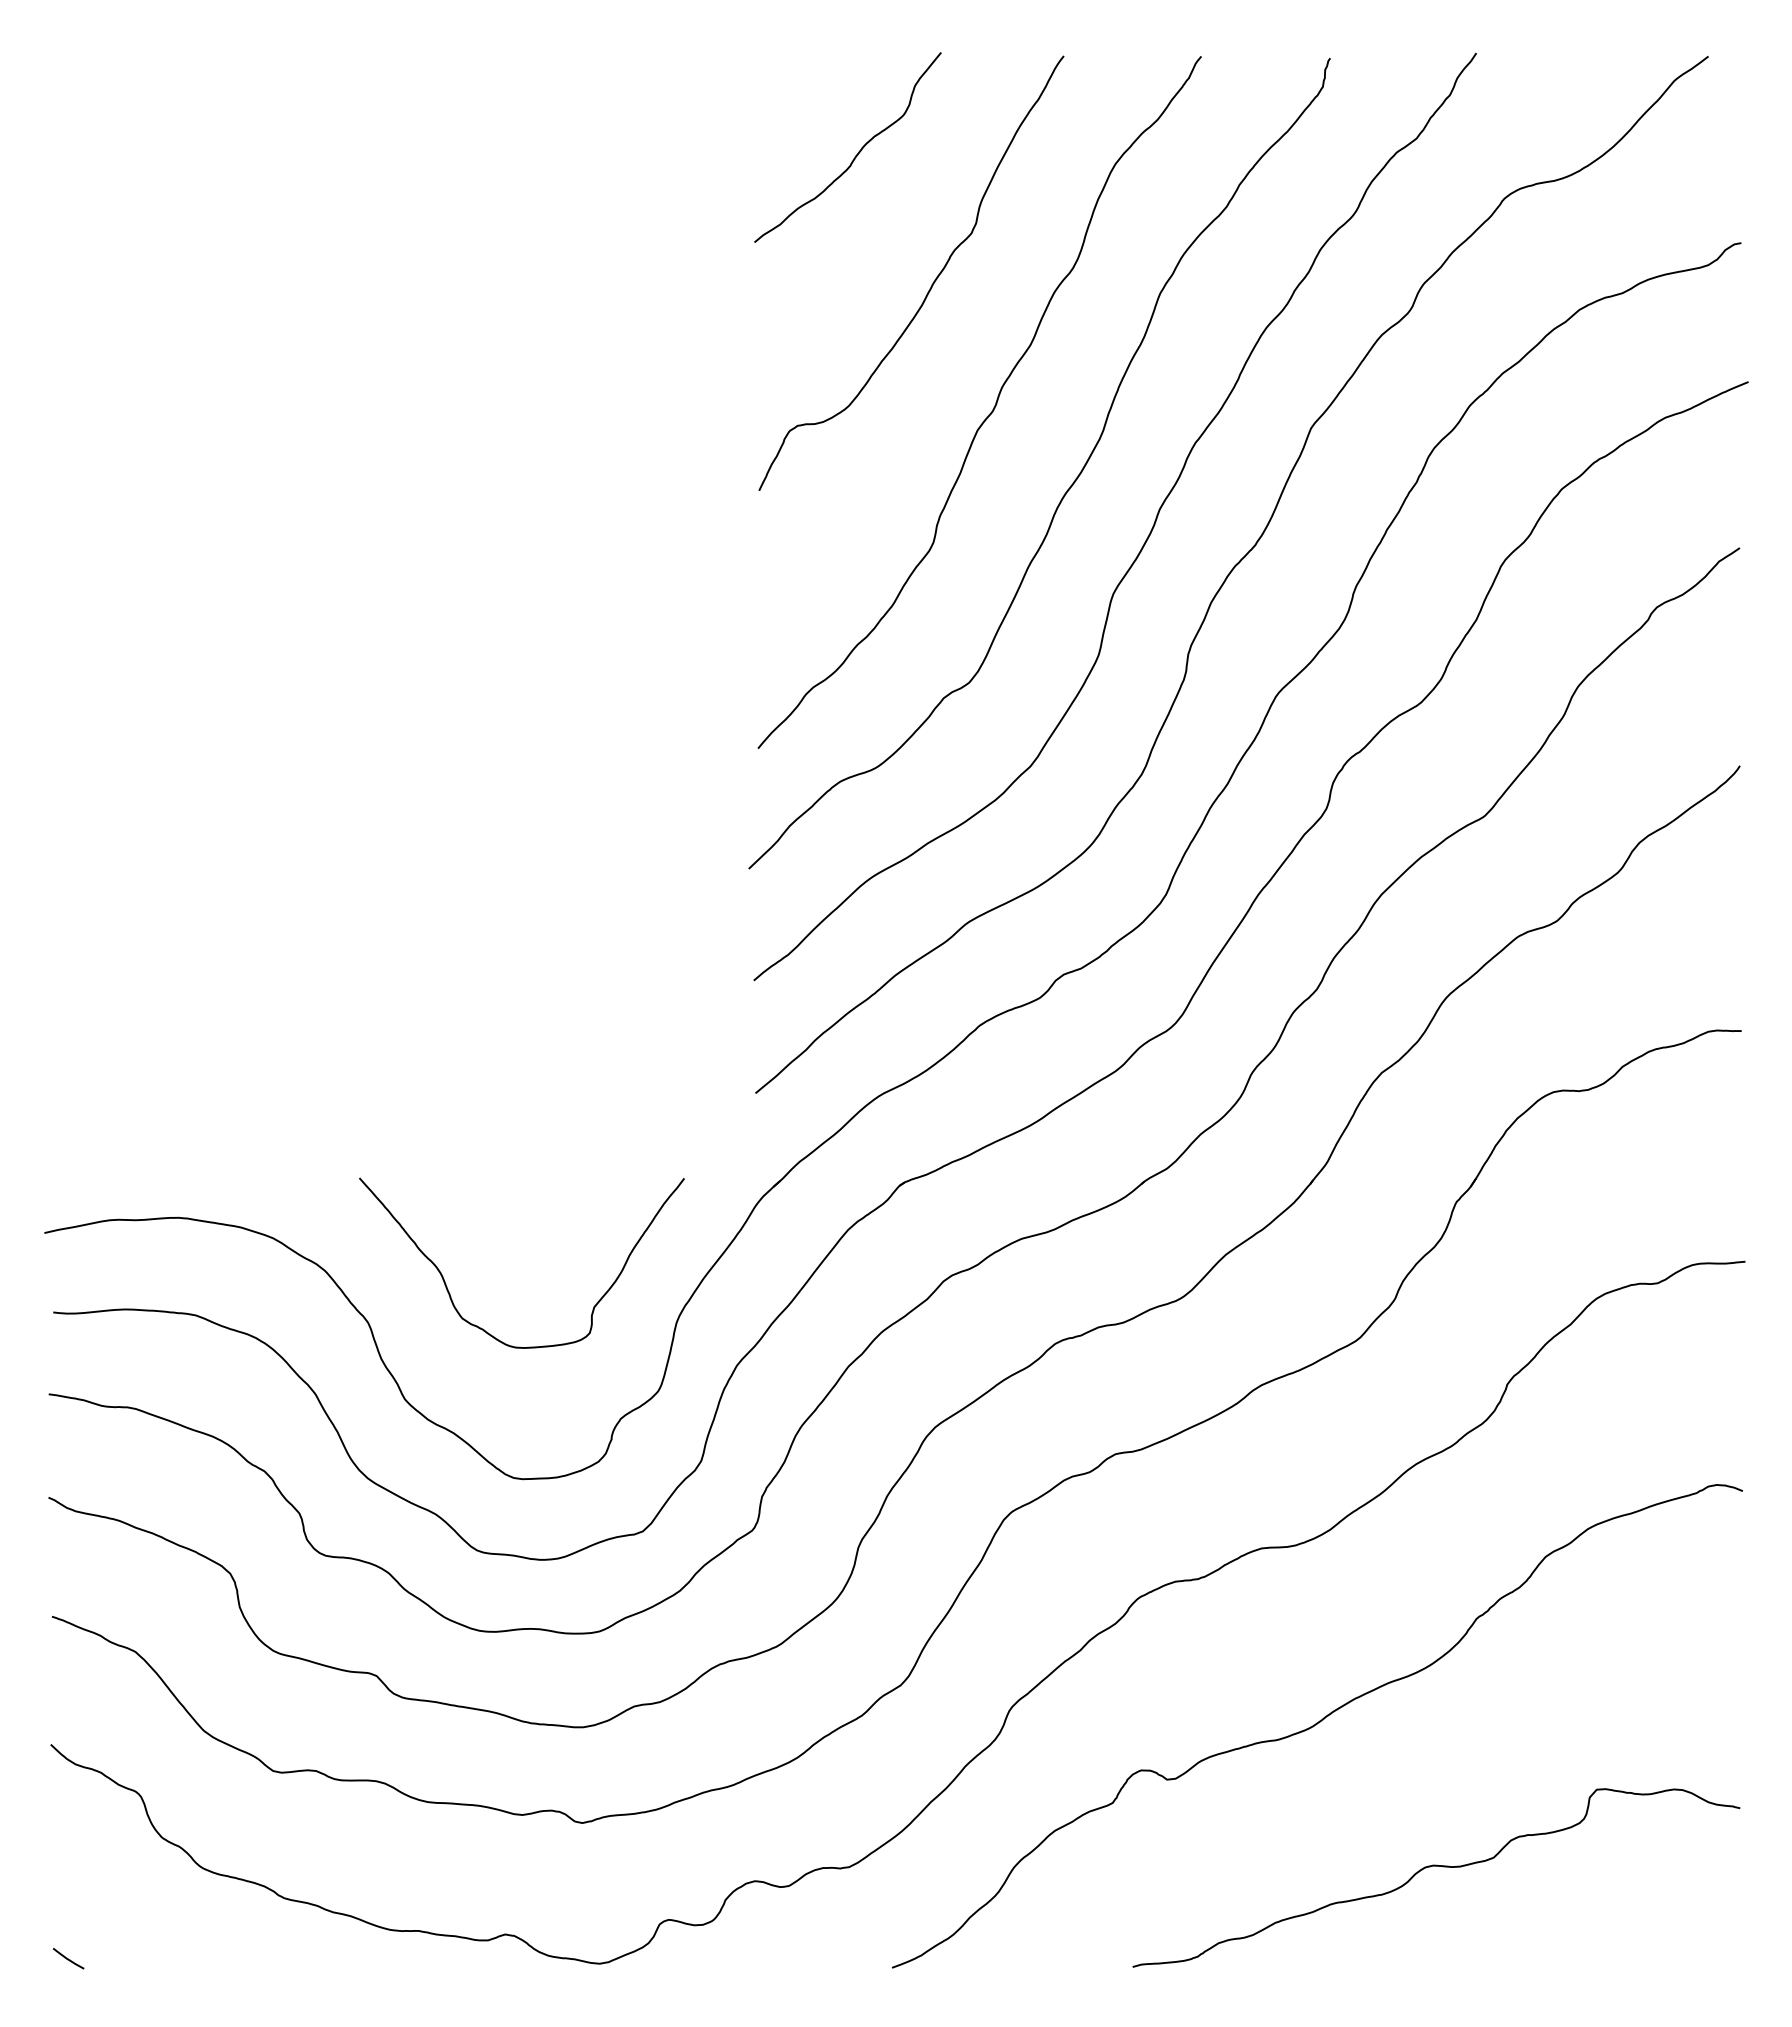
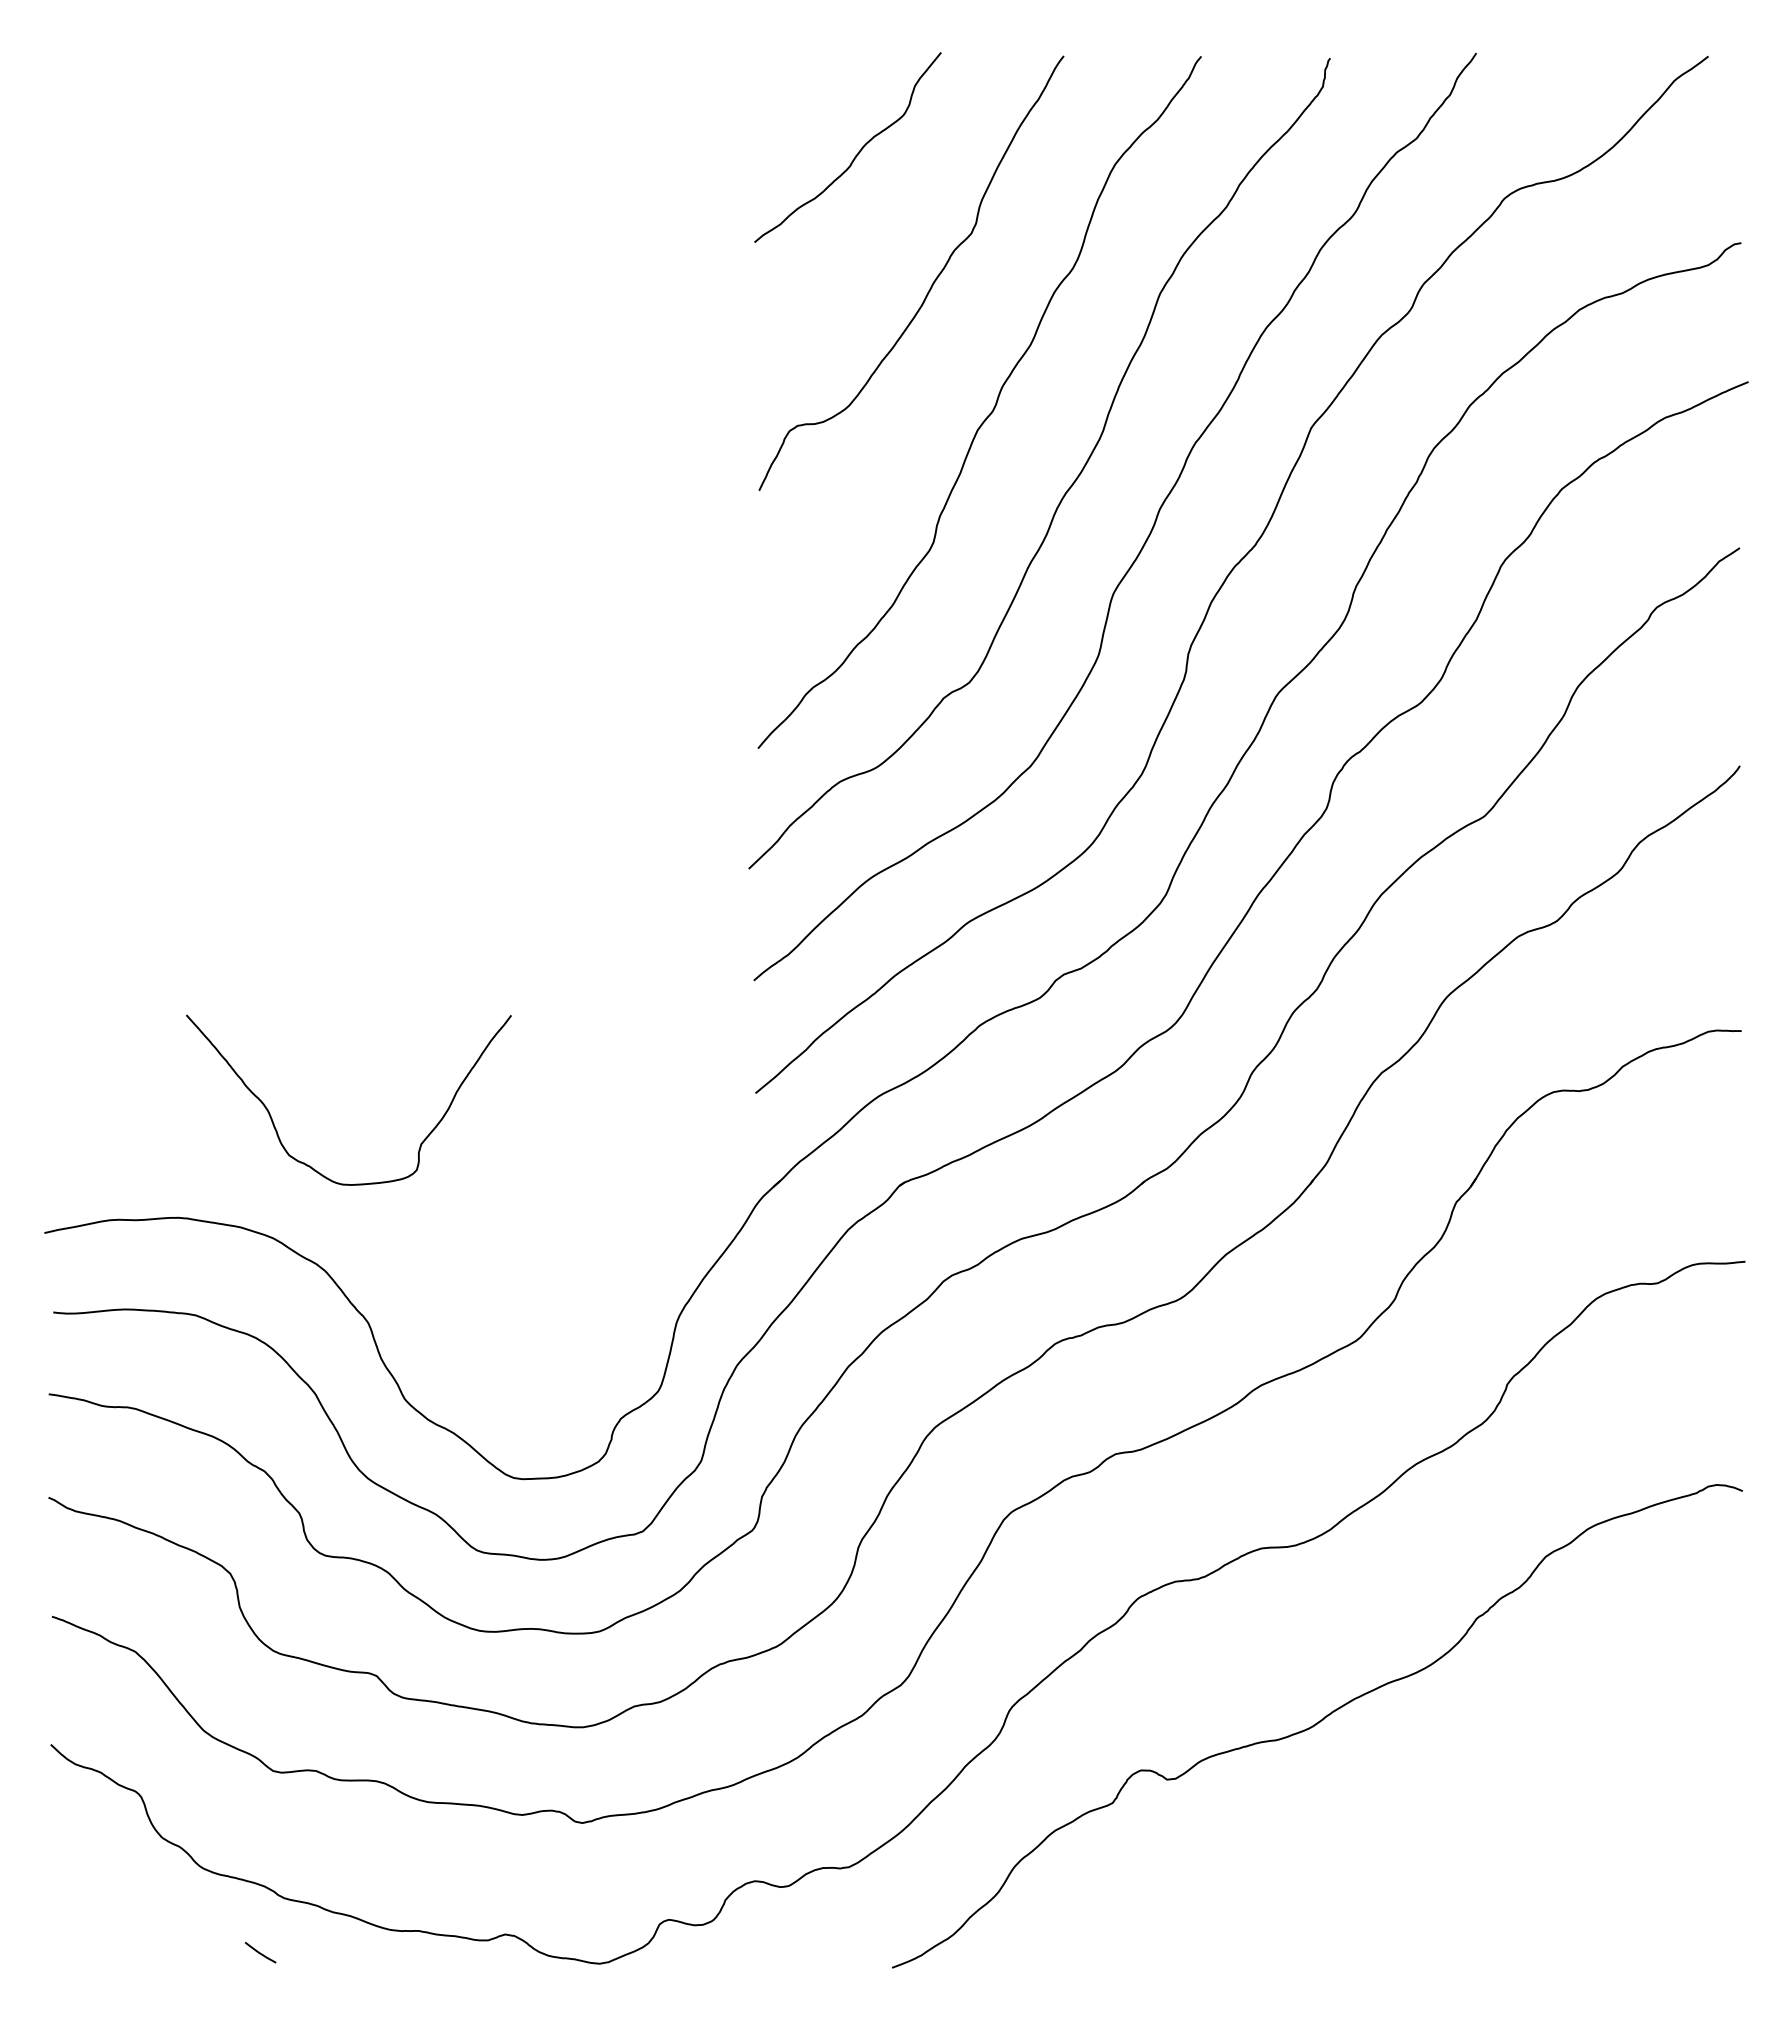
curve at (483, 1328) position: (483, 1328) -> (310, 1165)
curve at (1436, 1866): present -> none
curve at (68, 1958) position: (68, 1958) -> (260, 1952)
